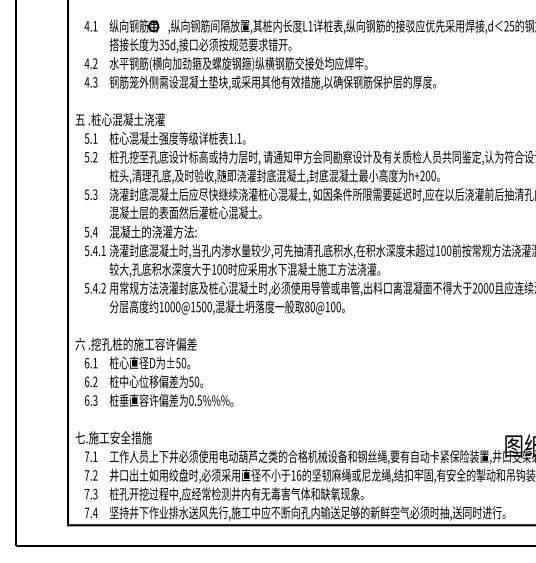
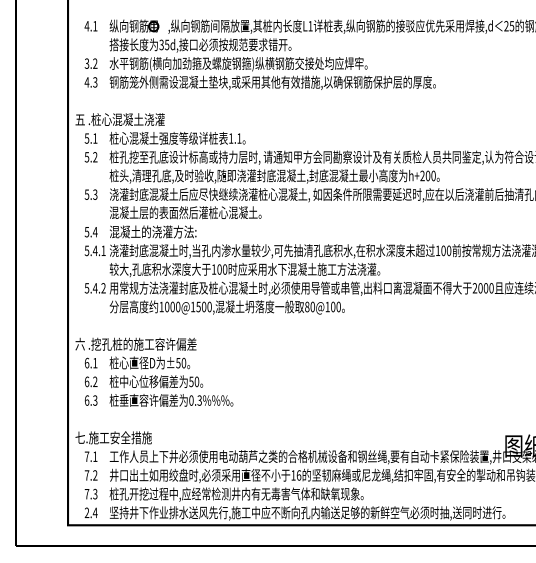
text at (86, 63): 4.2 -> 3.2
text at (199, 399): 0.5%%% -> 0.3%%%
text at (86, 512): 7.4 -> 2.4
